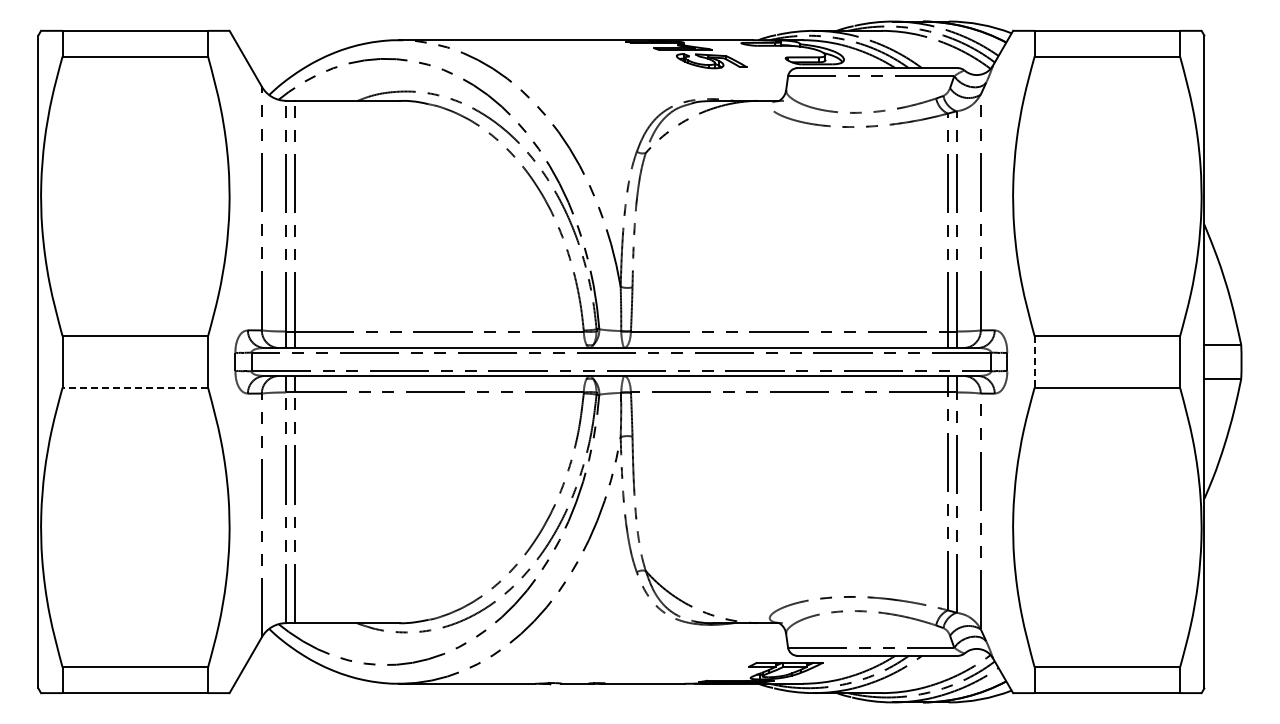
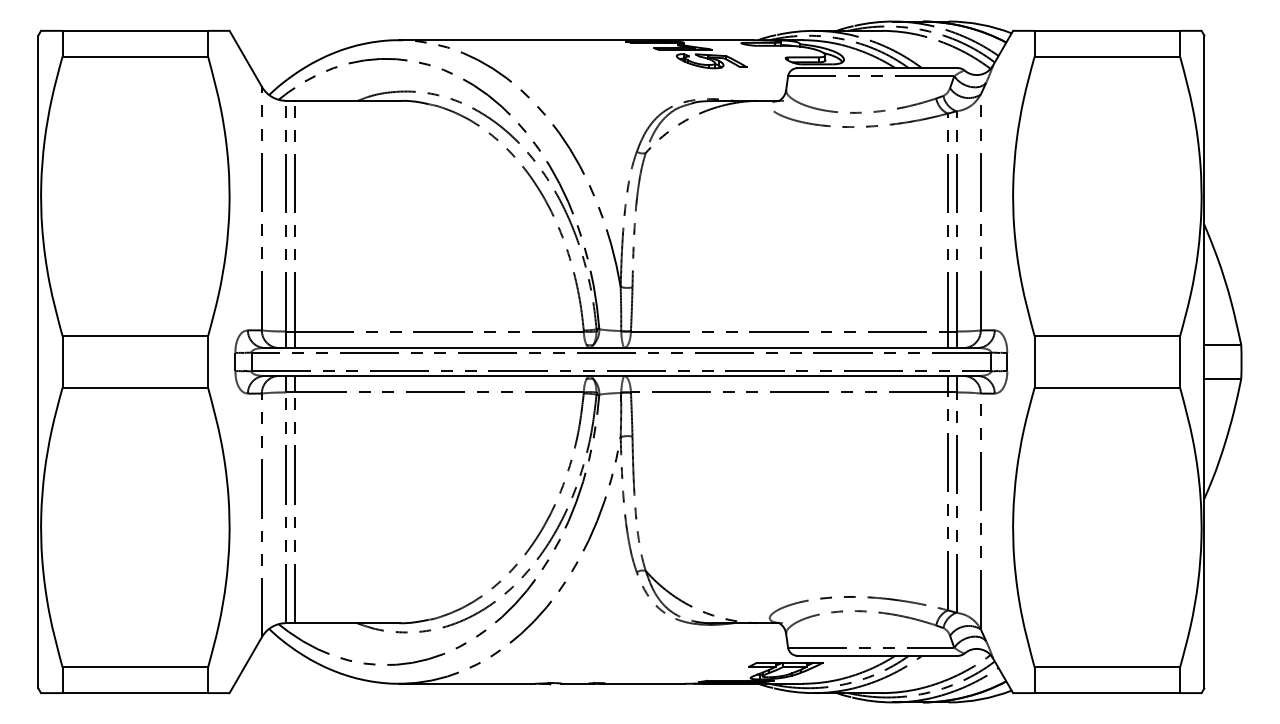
line at (1034, 361): dashed -> solid
line at (135, 387): dashed -> solid
